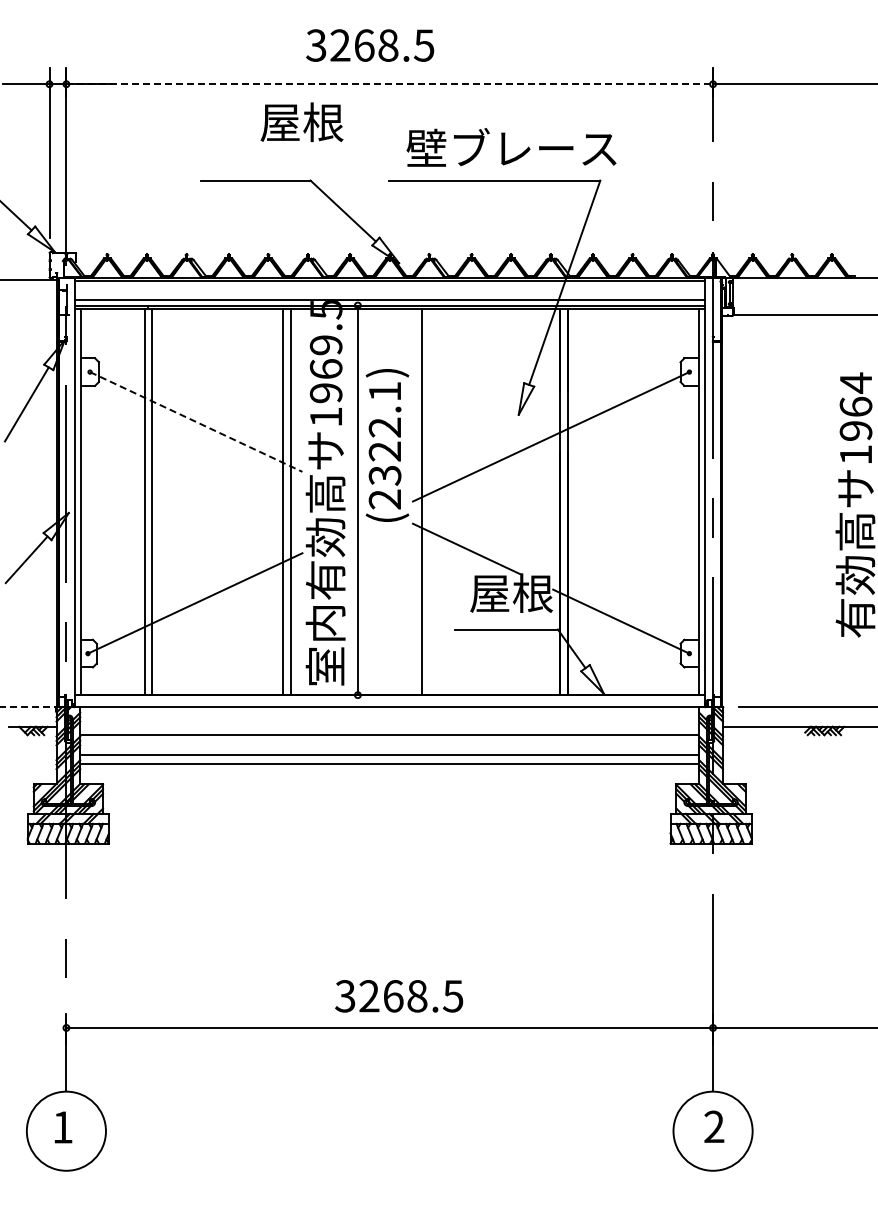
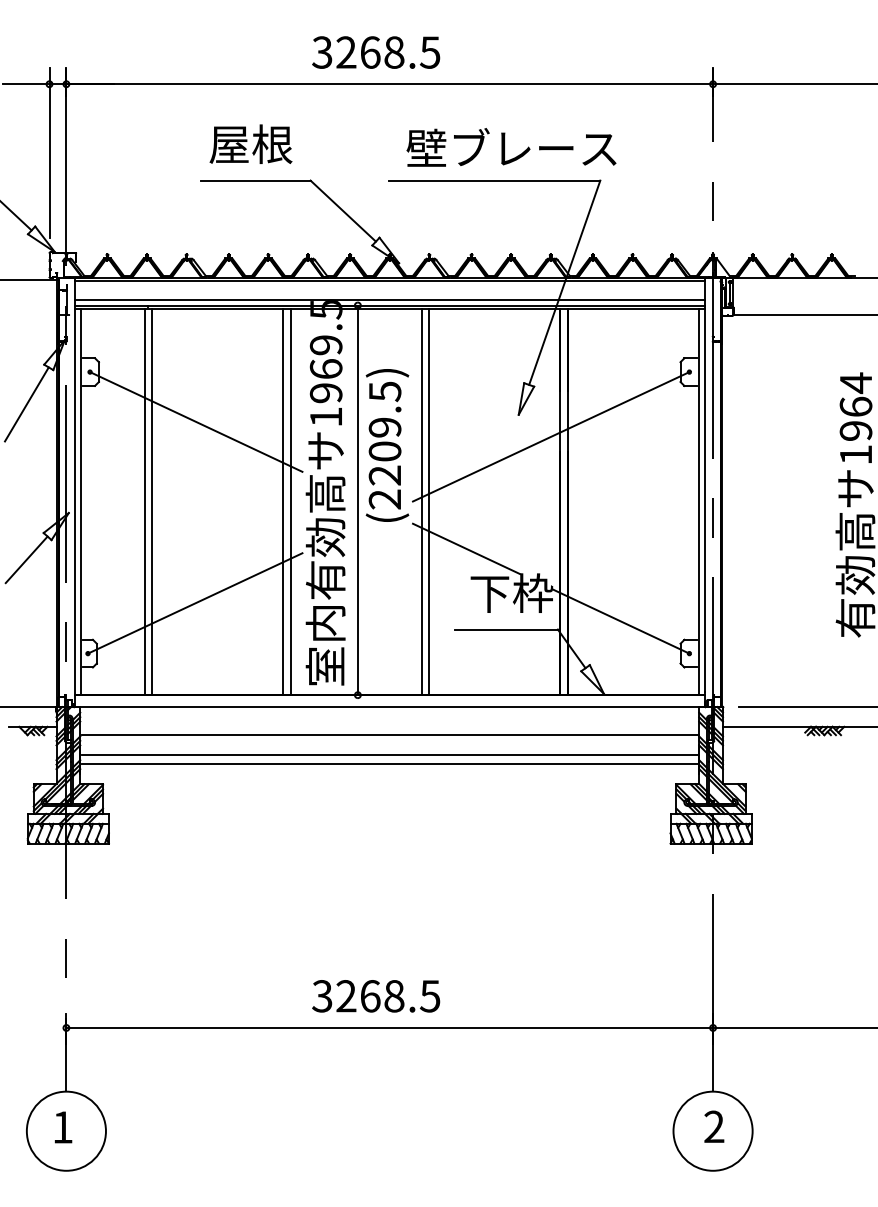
text at (370, 45) position: (370, 45) -> (376, 52)
line at (390, 84): dashed -> solid
text at (301, 121) position: (301, 121) -> (250, 143)
line at (196, 422): dashed -> solid
text at (384, 433): (2322.1) -> (2209.5)
line at (429, 501): none -> present
text at (511, 592): 屋根 -> 下枠
line at (29, 707): dashed -> solid
text at (399, 996) position: (399, 996) -> (376, 996)
